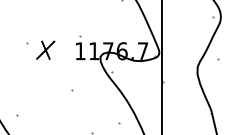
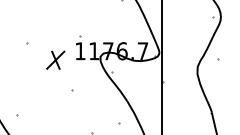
part at (45, 49) position: (45, 49) -> (55, 59)
